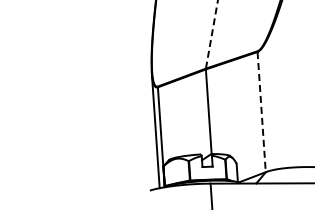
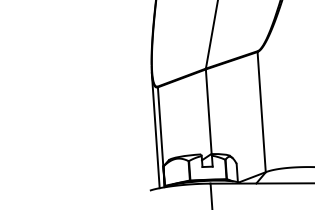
line at (211, 34): dashed -> solid
line at (261, 112): dashed -> solid
